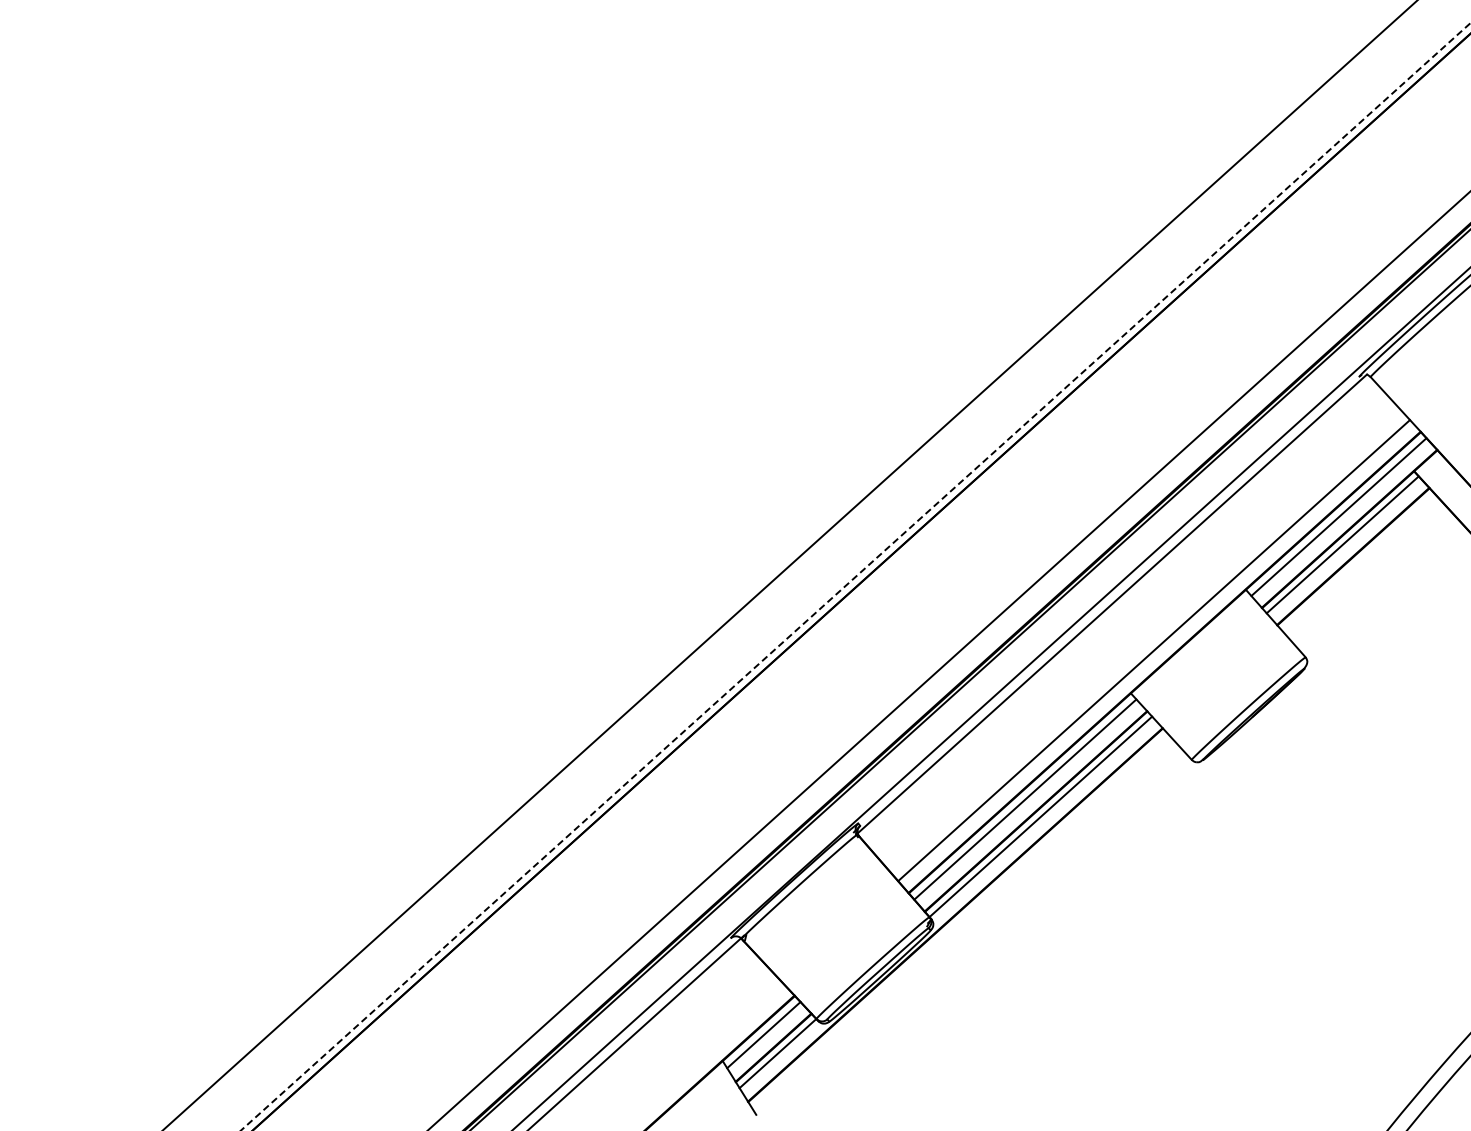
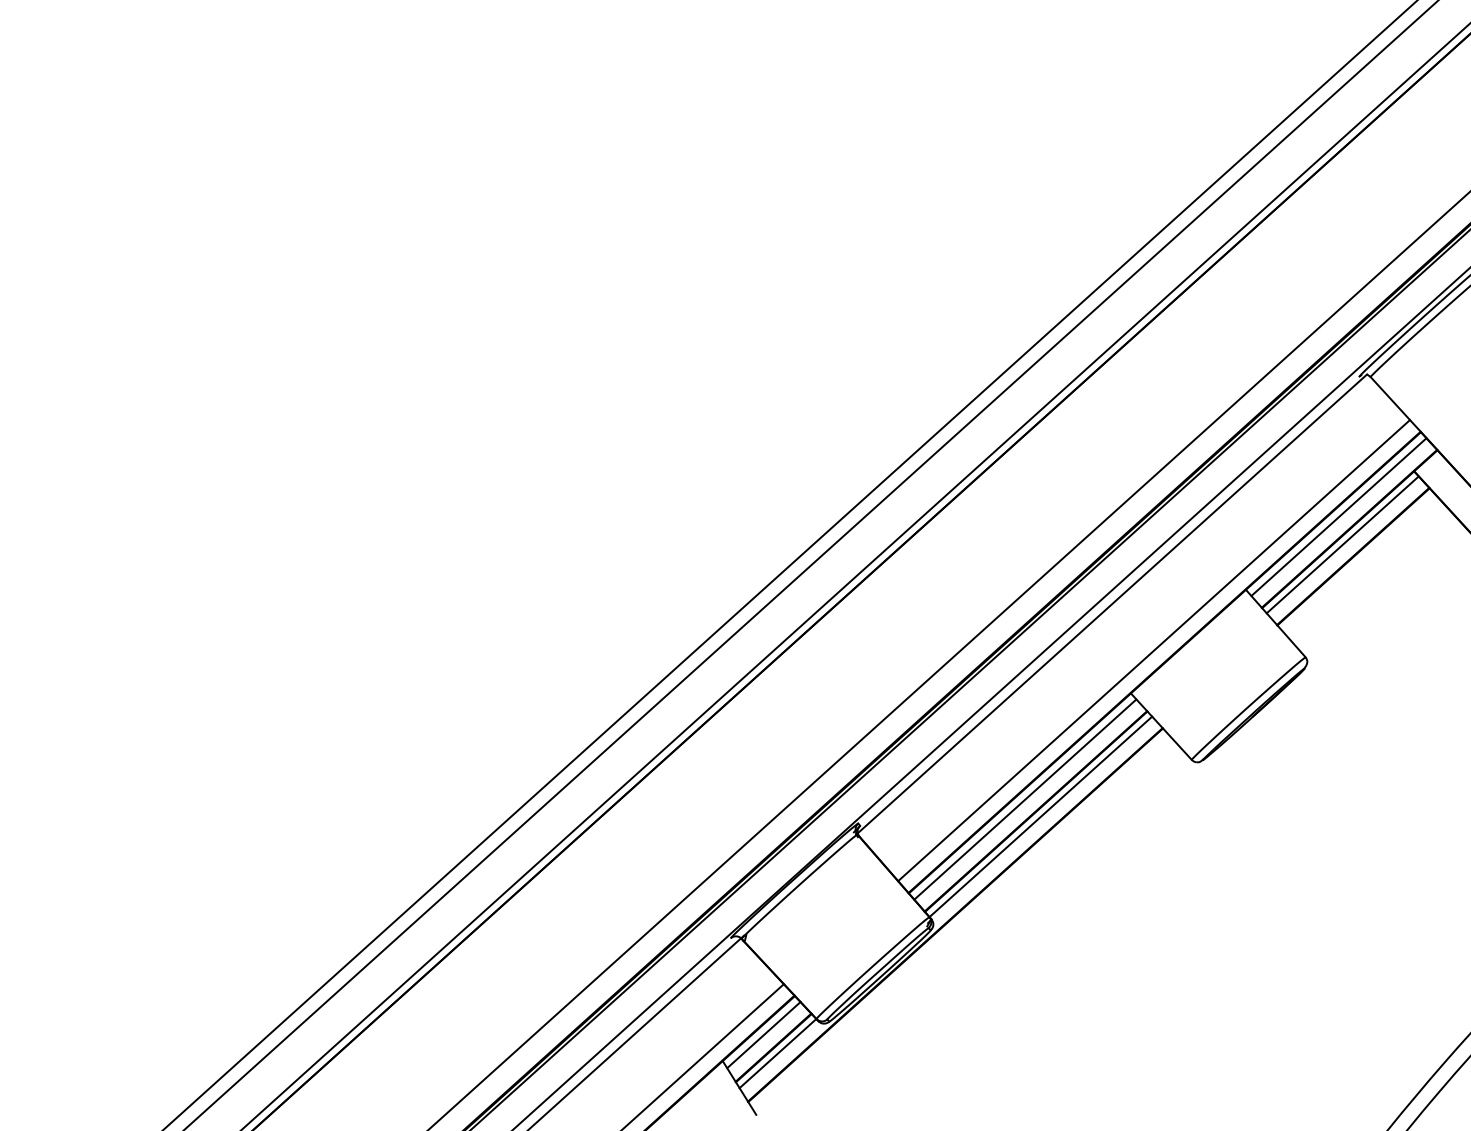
line at (811, 564): none -> present
line at (856, 576): dashed -> solid
line at (703, 1055): none -> present
